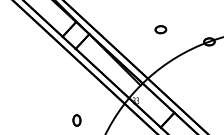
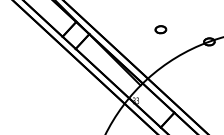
part at (76, 120): present -> none
